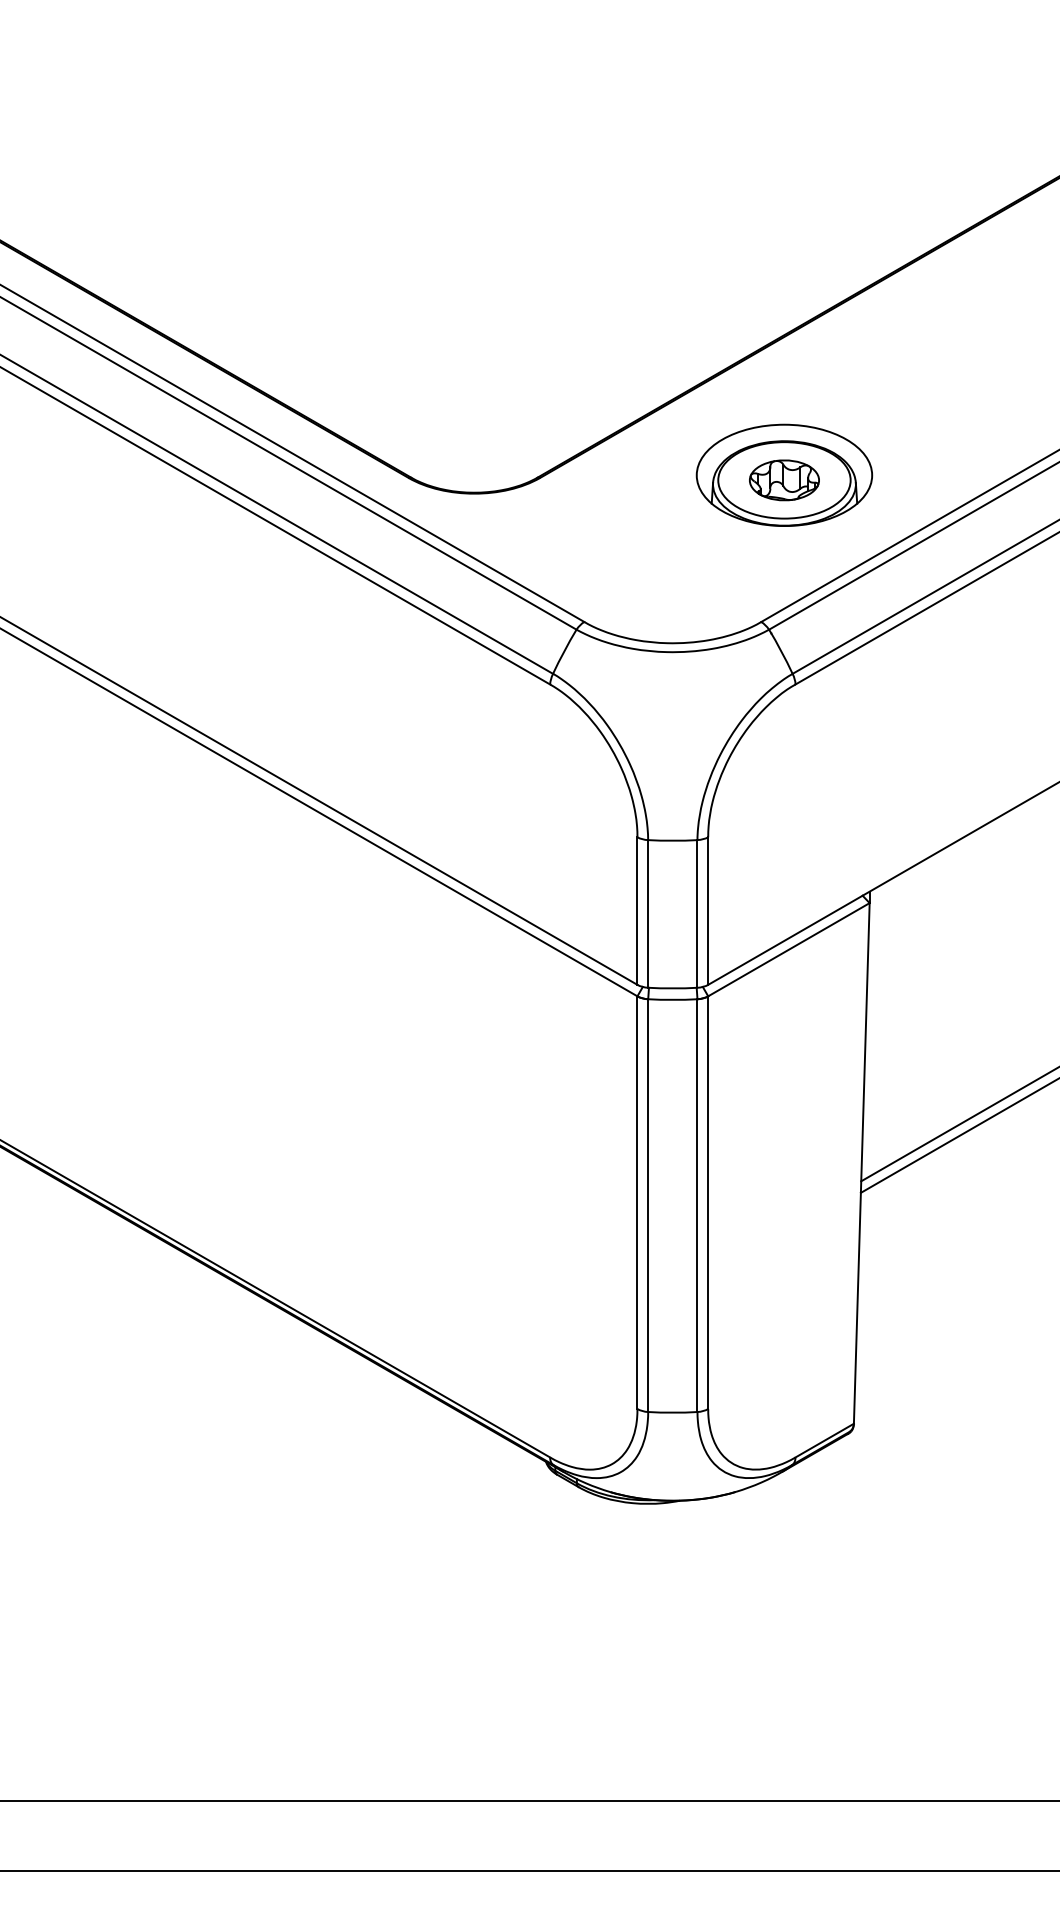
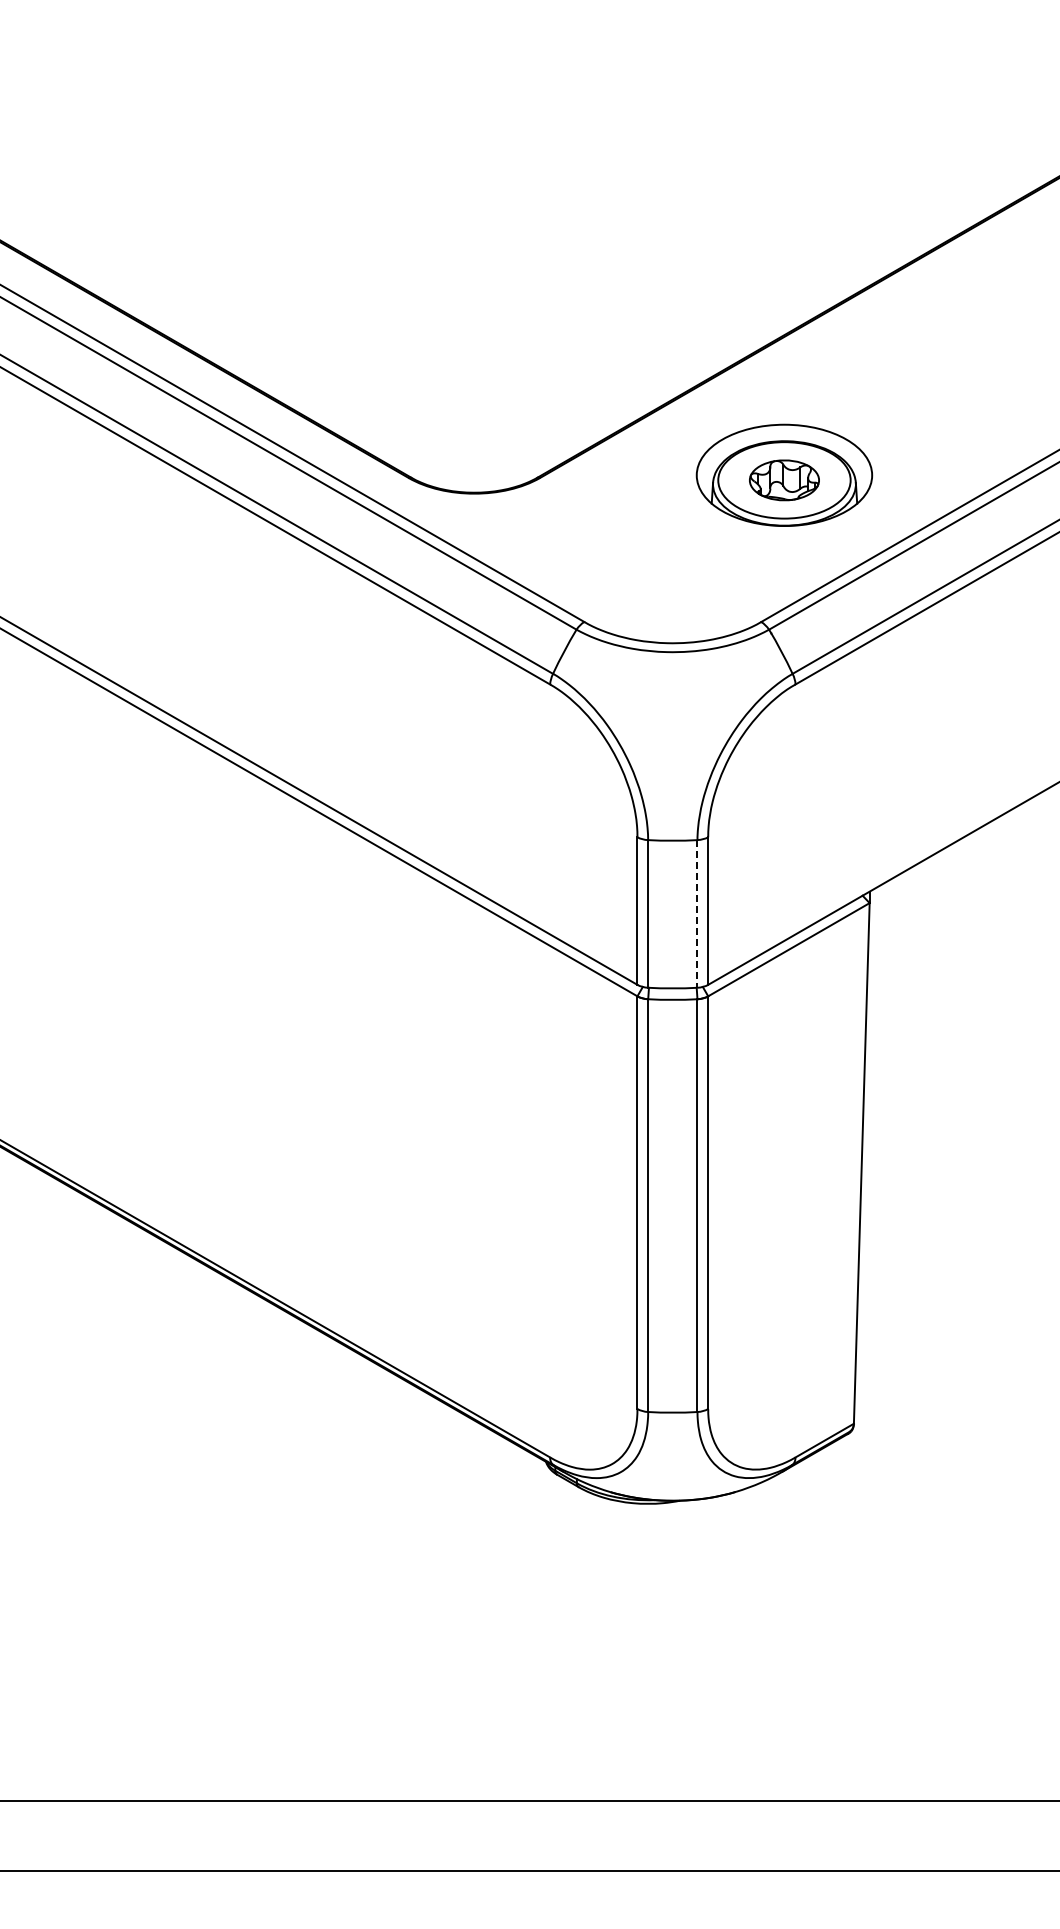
line at (697, 913): solid -> dashed
line at (958, 1124): present -> none
line at (958, 1135): present -> none
